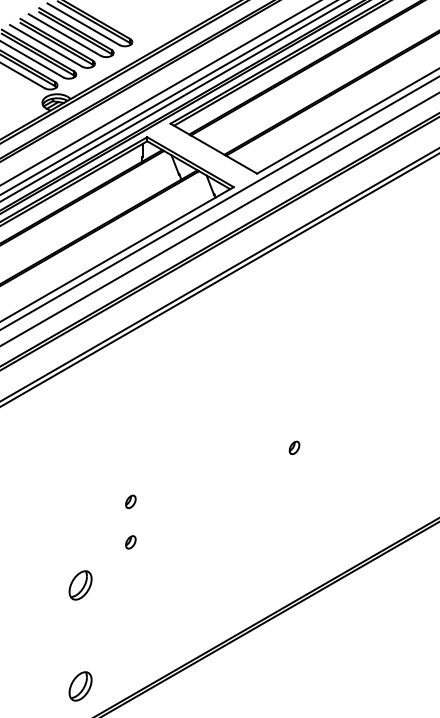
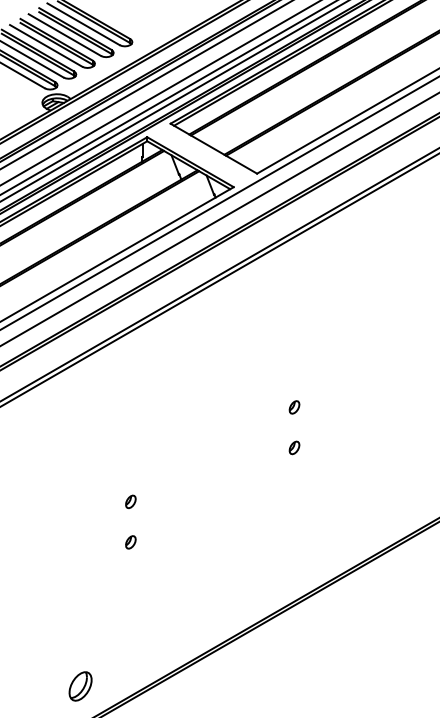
line at (146, 85): none -> present
part at (294, 407): none -> present
part at (80, 585): present -> none
